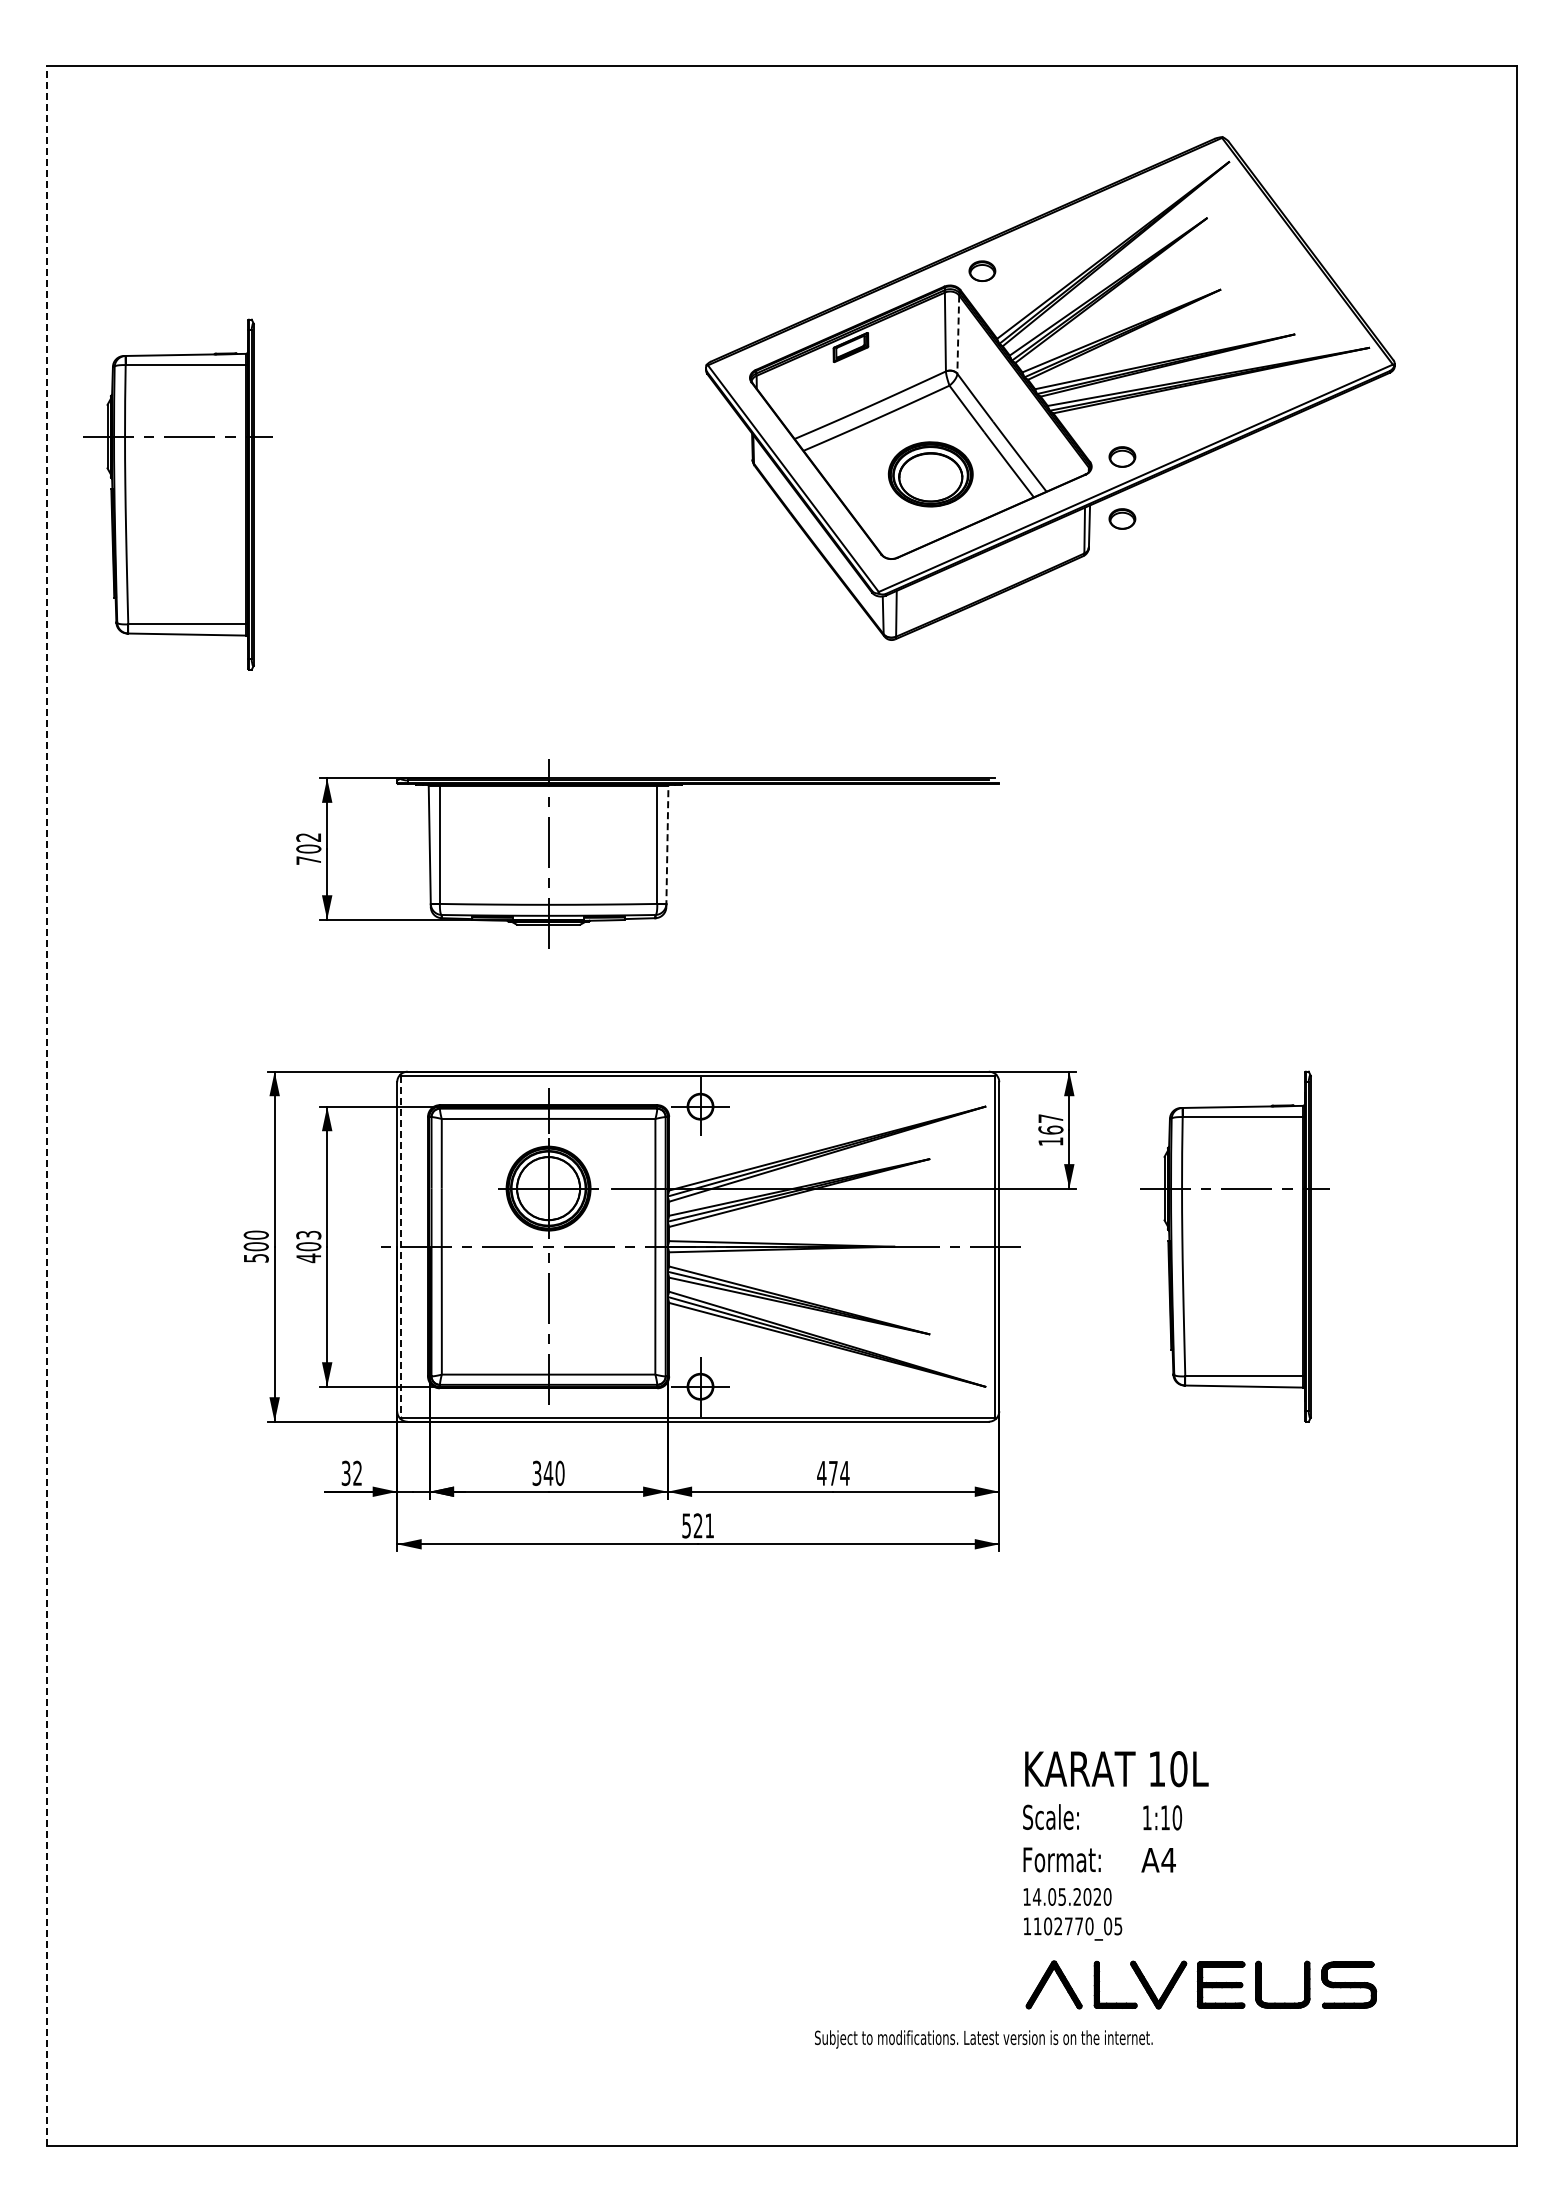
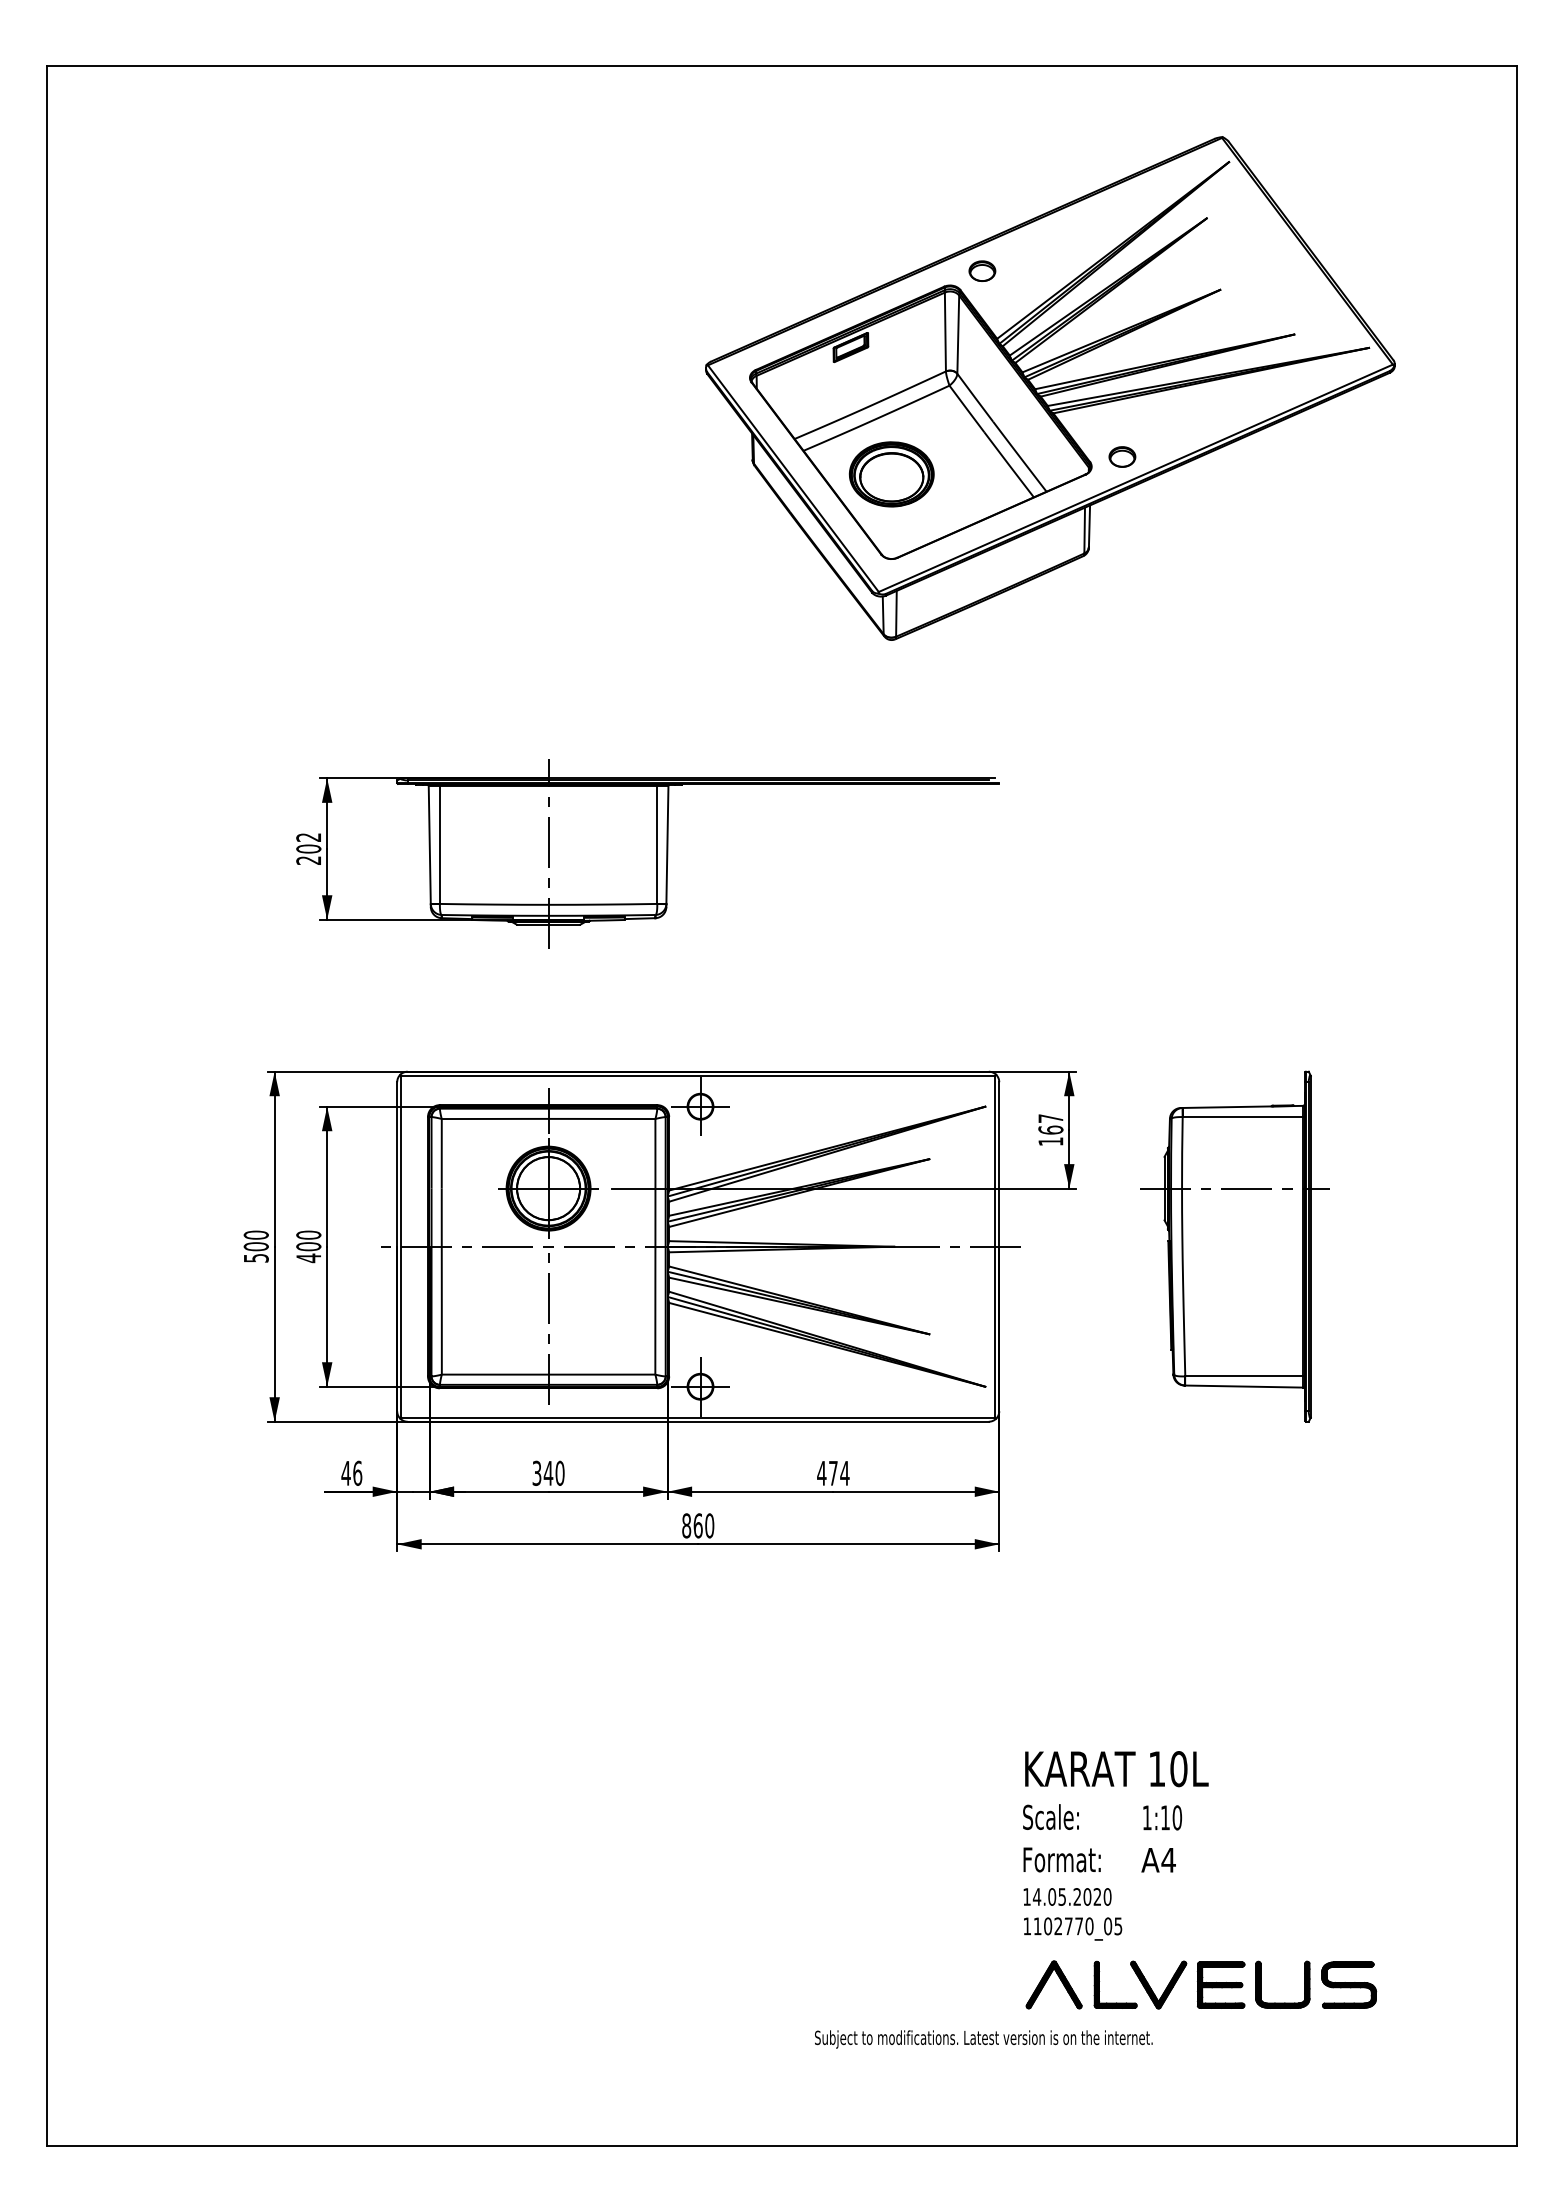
line at (958, 335): dashed -> solid
part at (930, 474) position: (930, 474) -> (891, 474)
part at (177, 494): present -> none
part at (1122, 518): present -> none
line at (667, 846): dashed -> solid
text at (308, 860): 702 -> 202
line at (46, 1106): dashed -> solid
text at (308, 1234): 403 -> 400
line at (401, 1246): dashed -> solid
text at (351, 1472): 32 -> 46
text at (698, 1525): 521 -> 860
